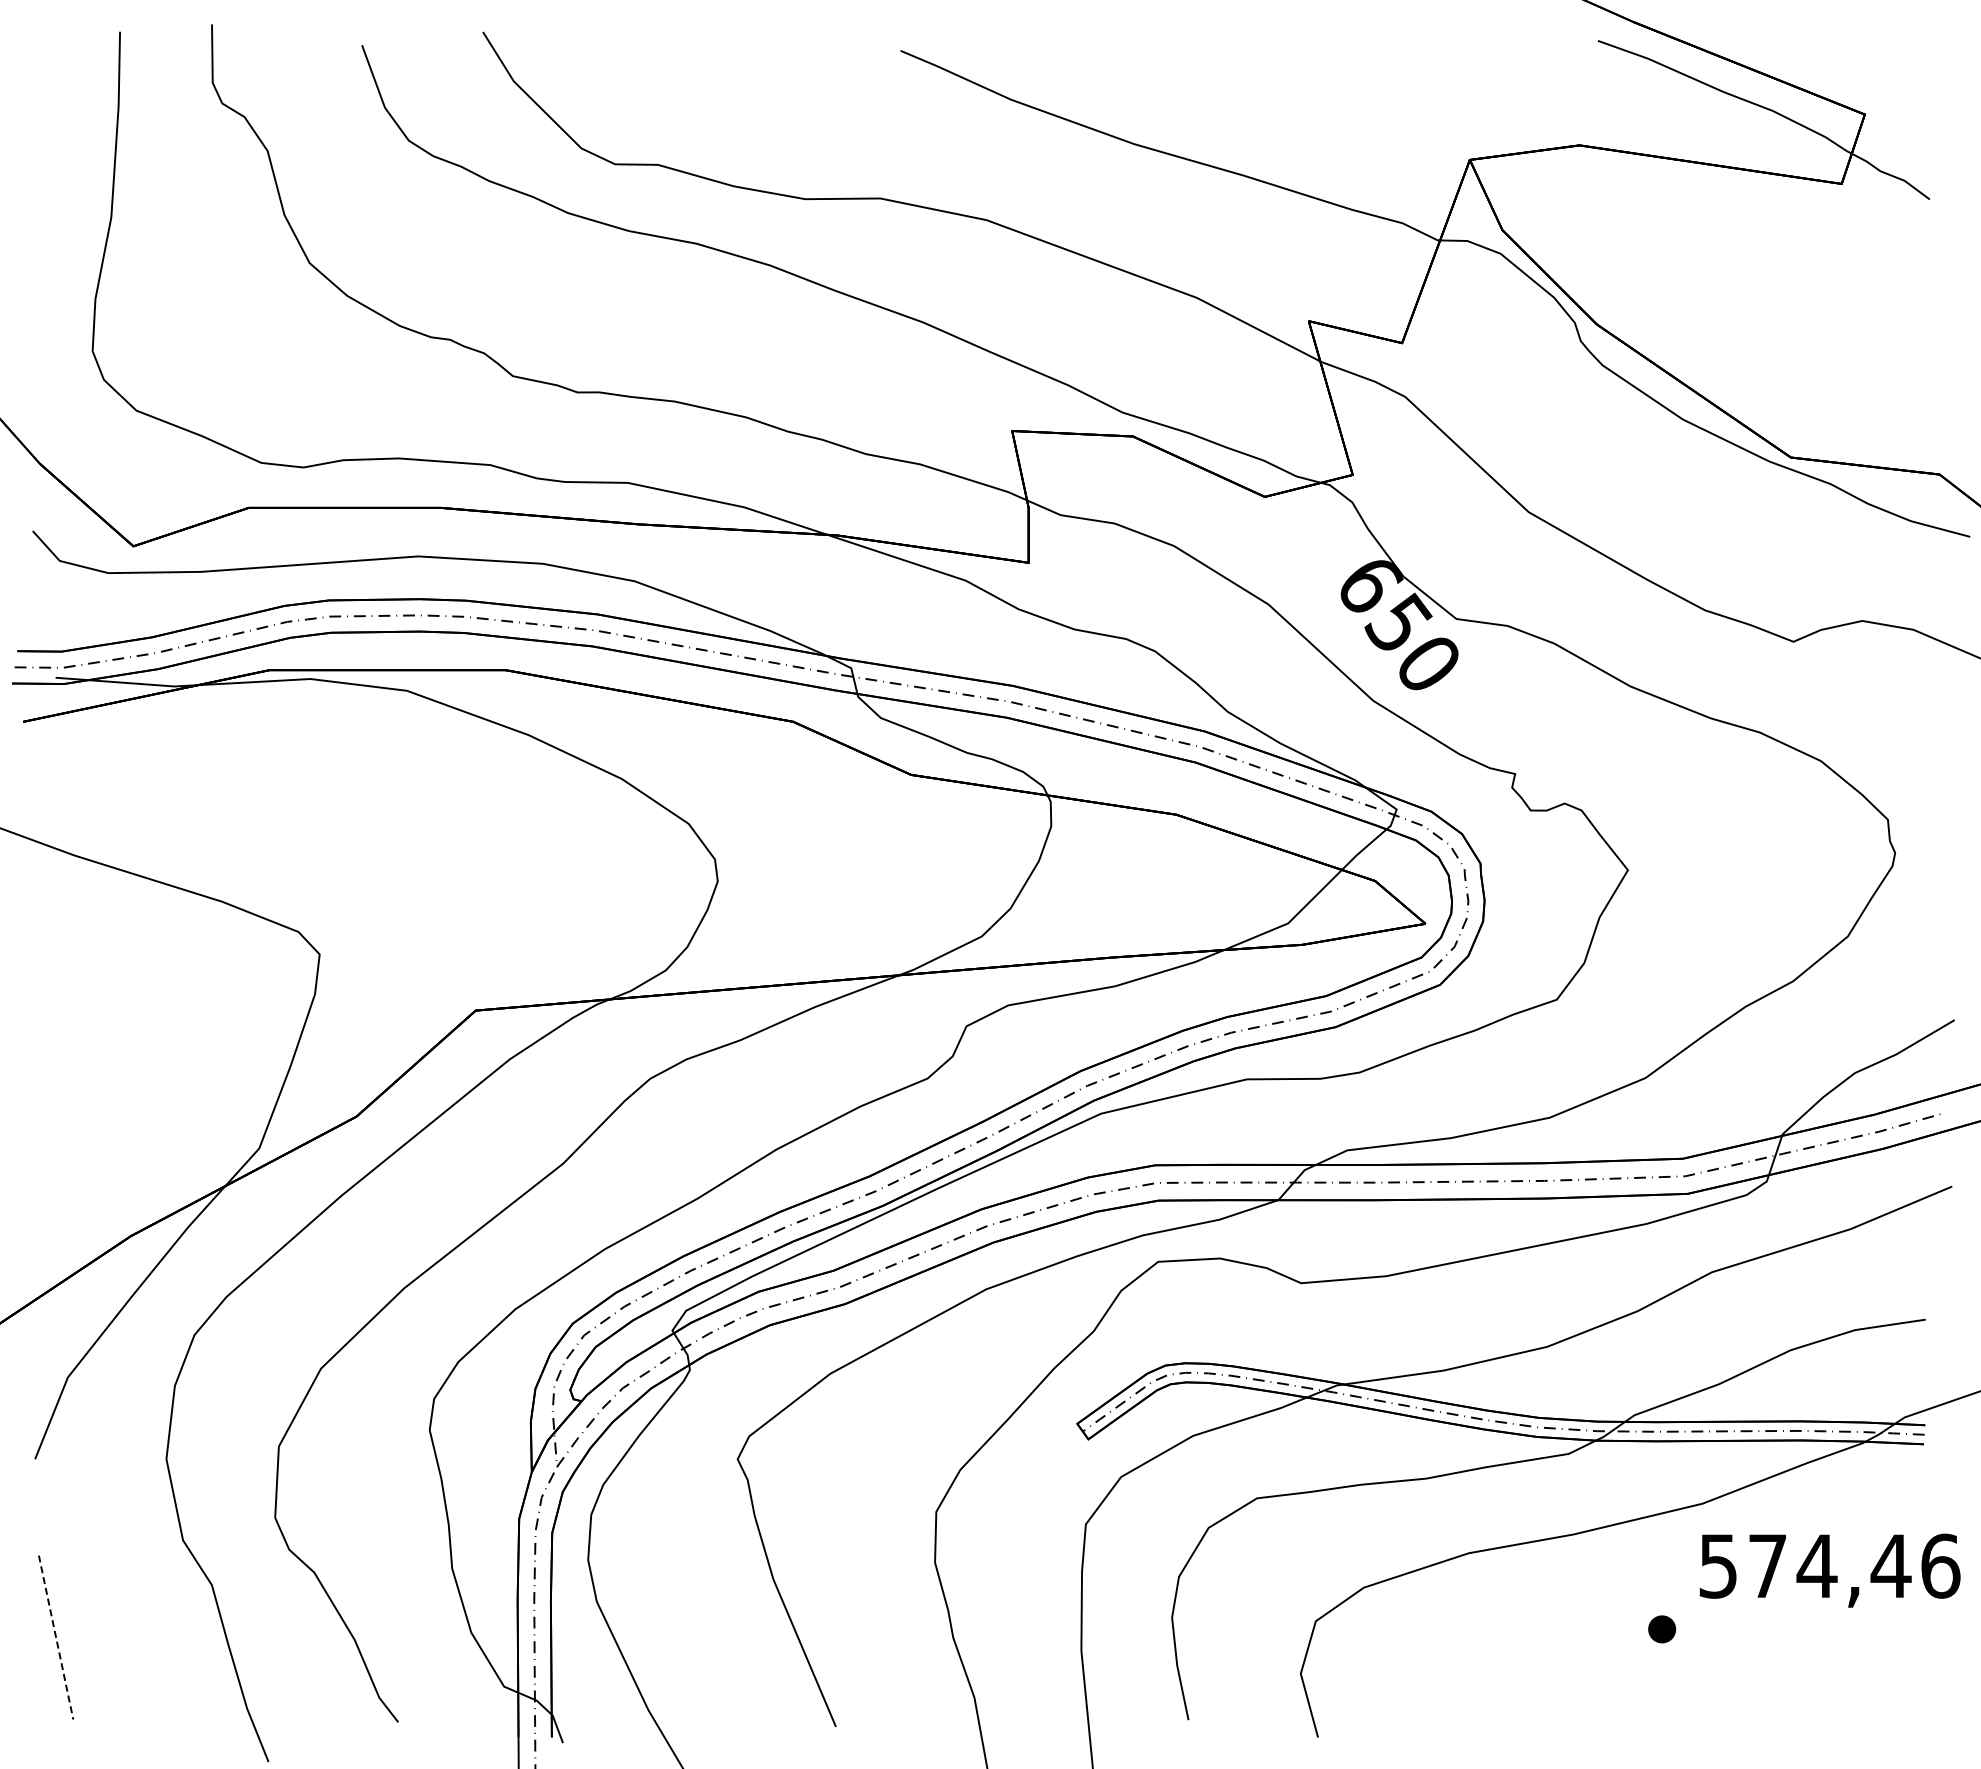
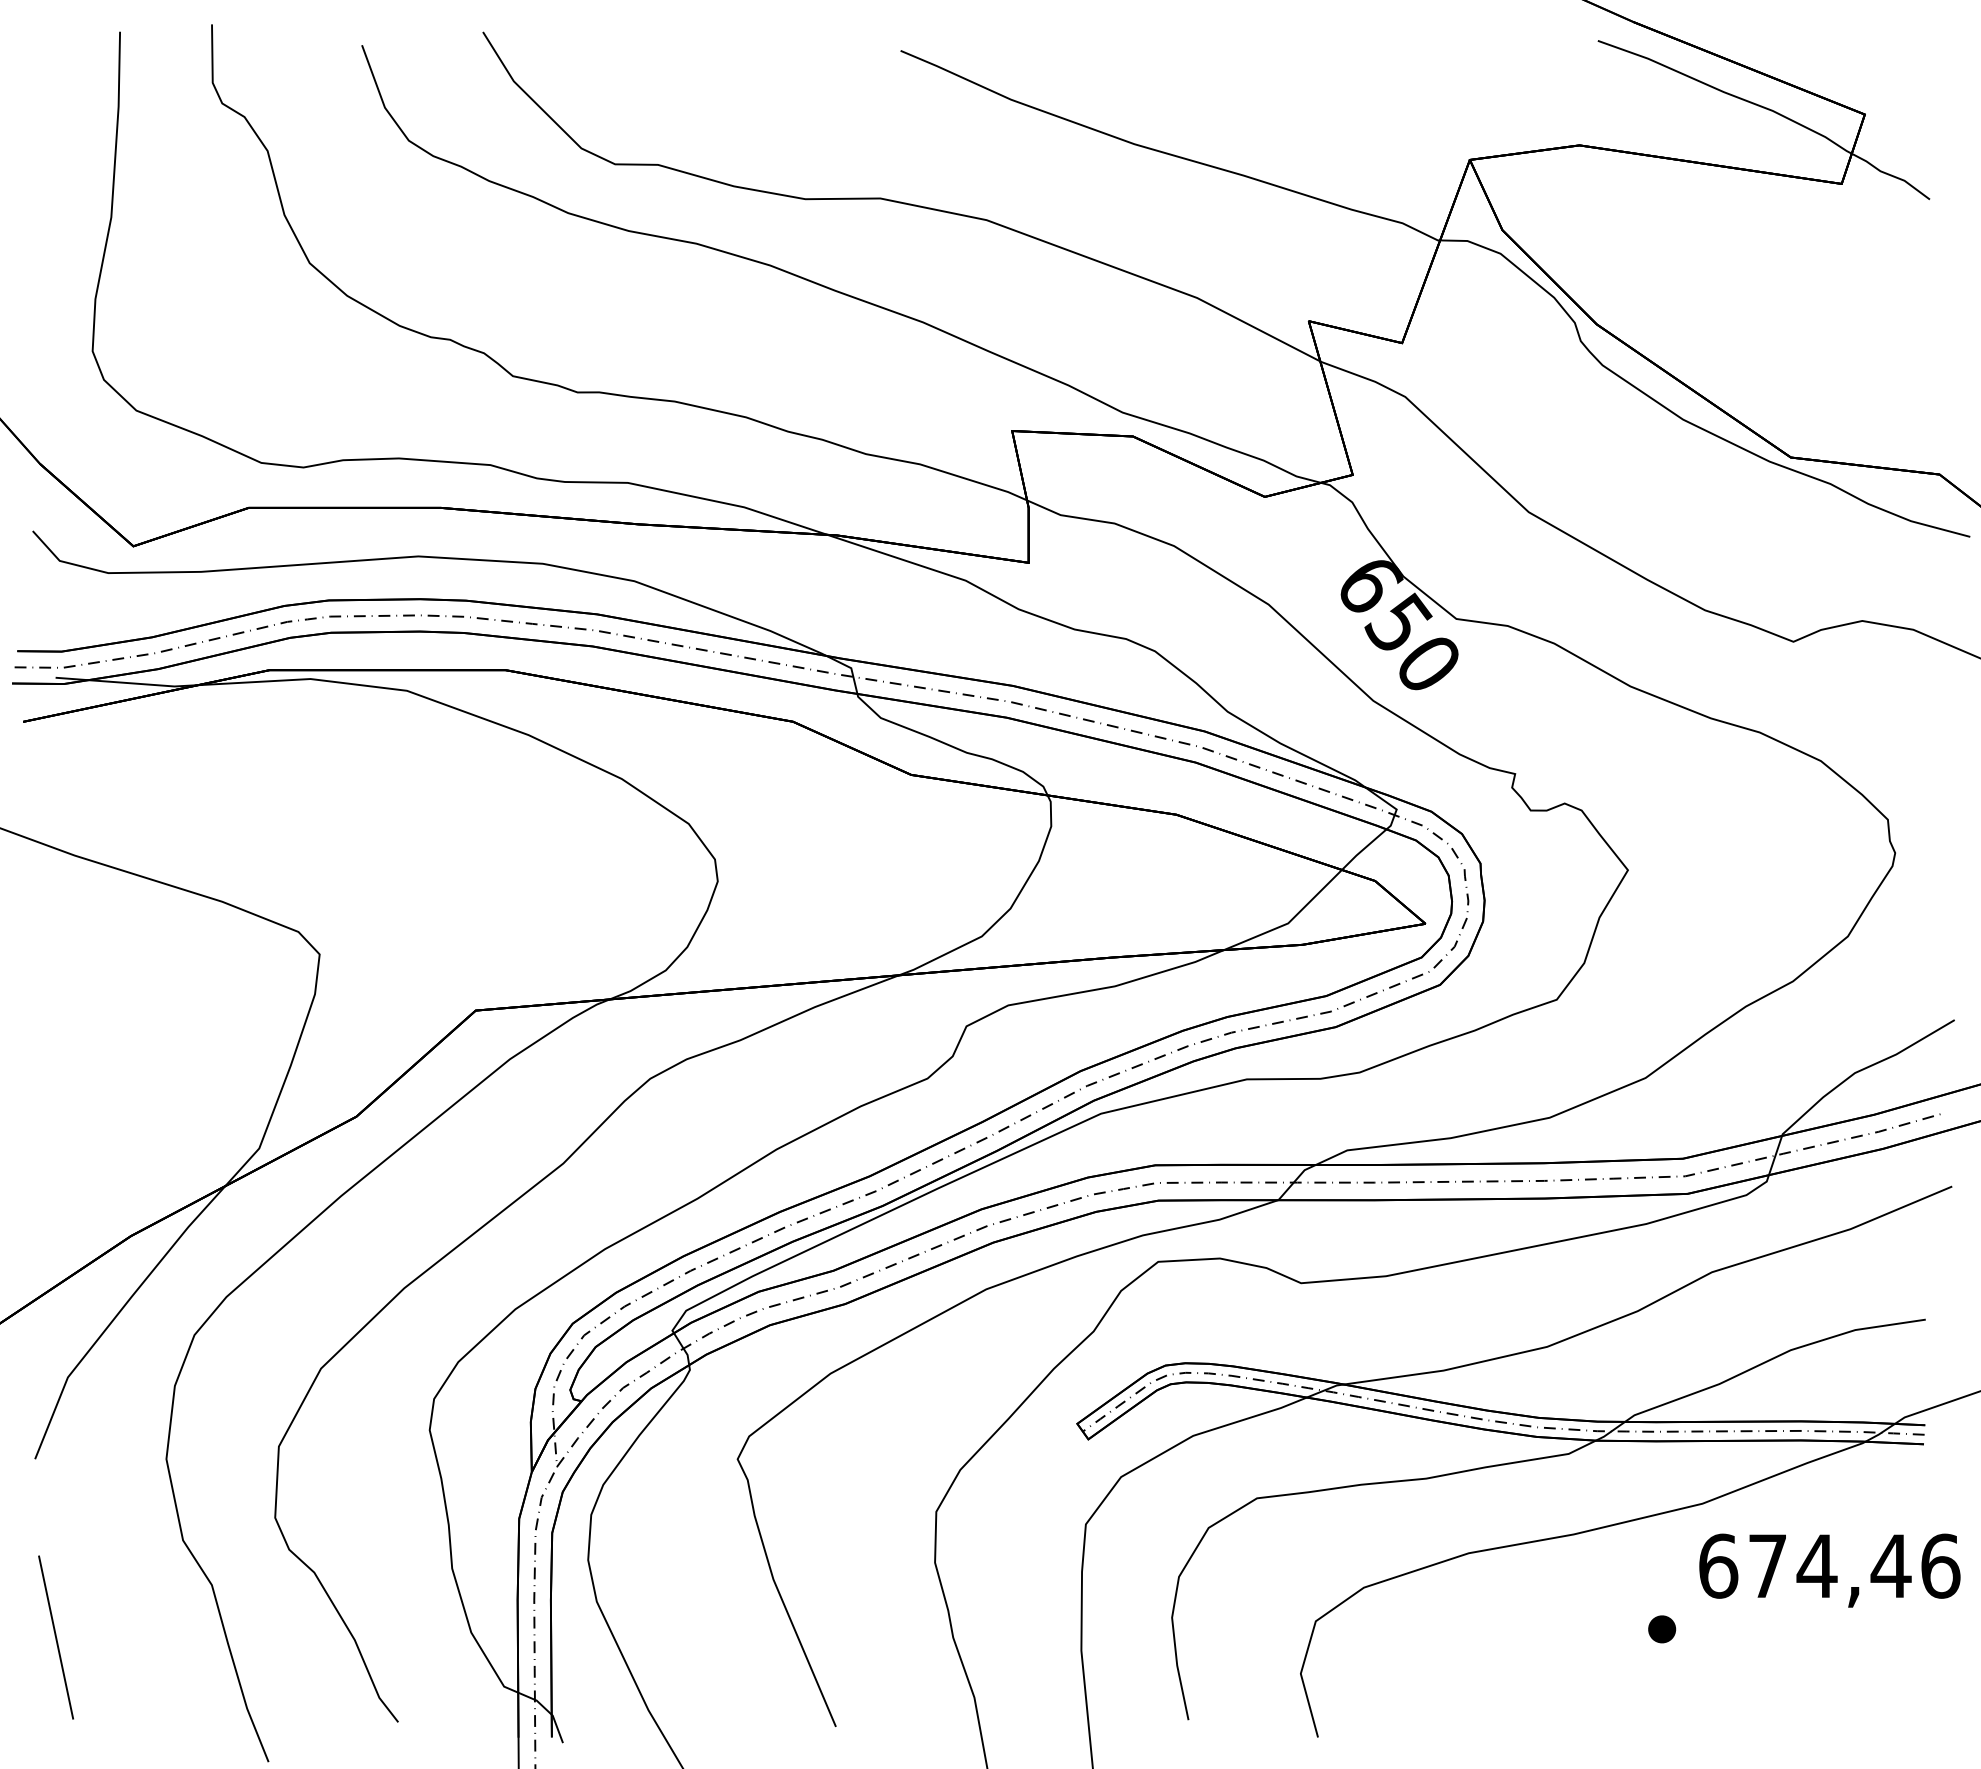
text at (1718, 1565): 574,46 -> 674,46
line at (56, 1637): dashed -> solid
